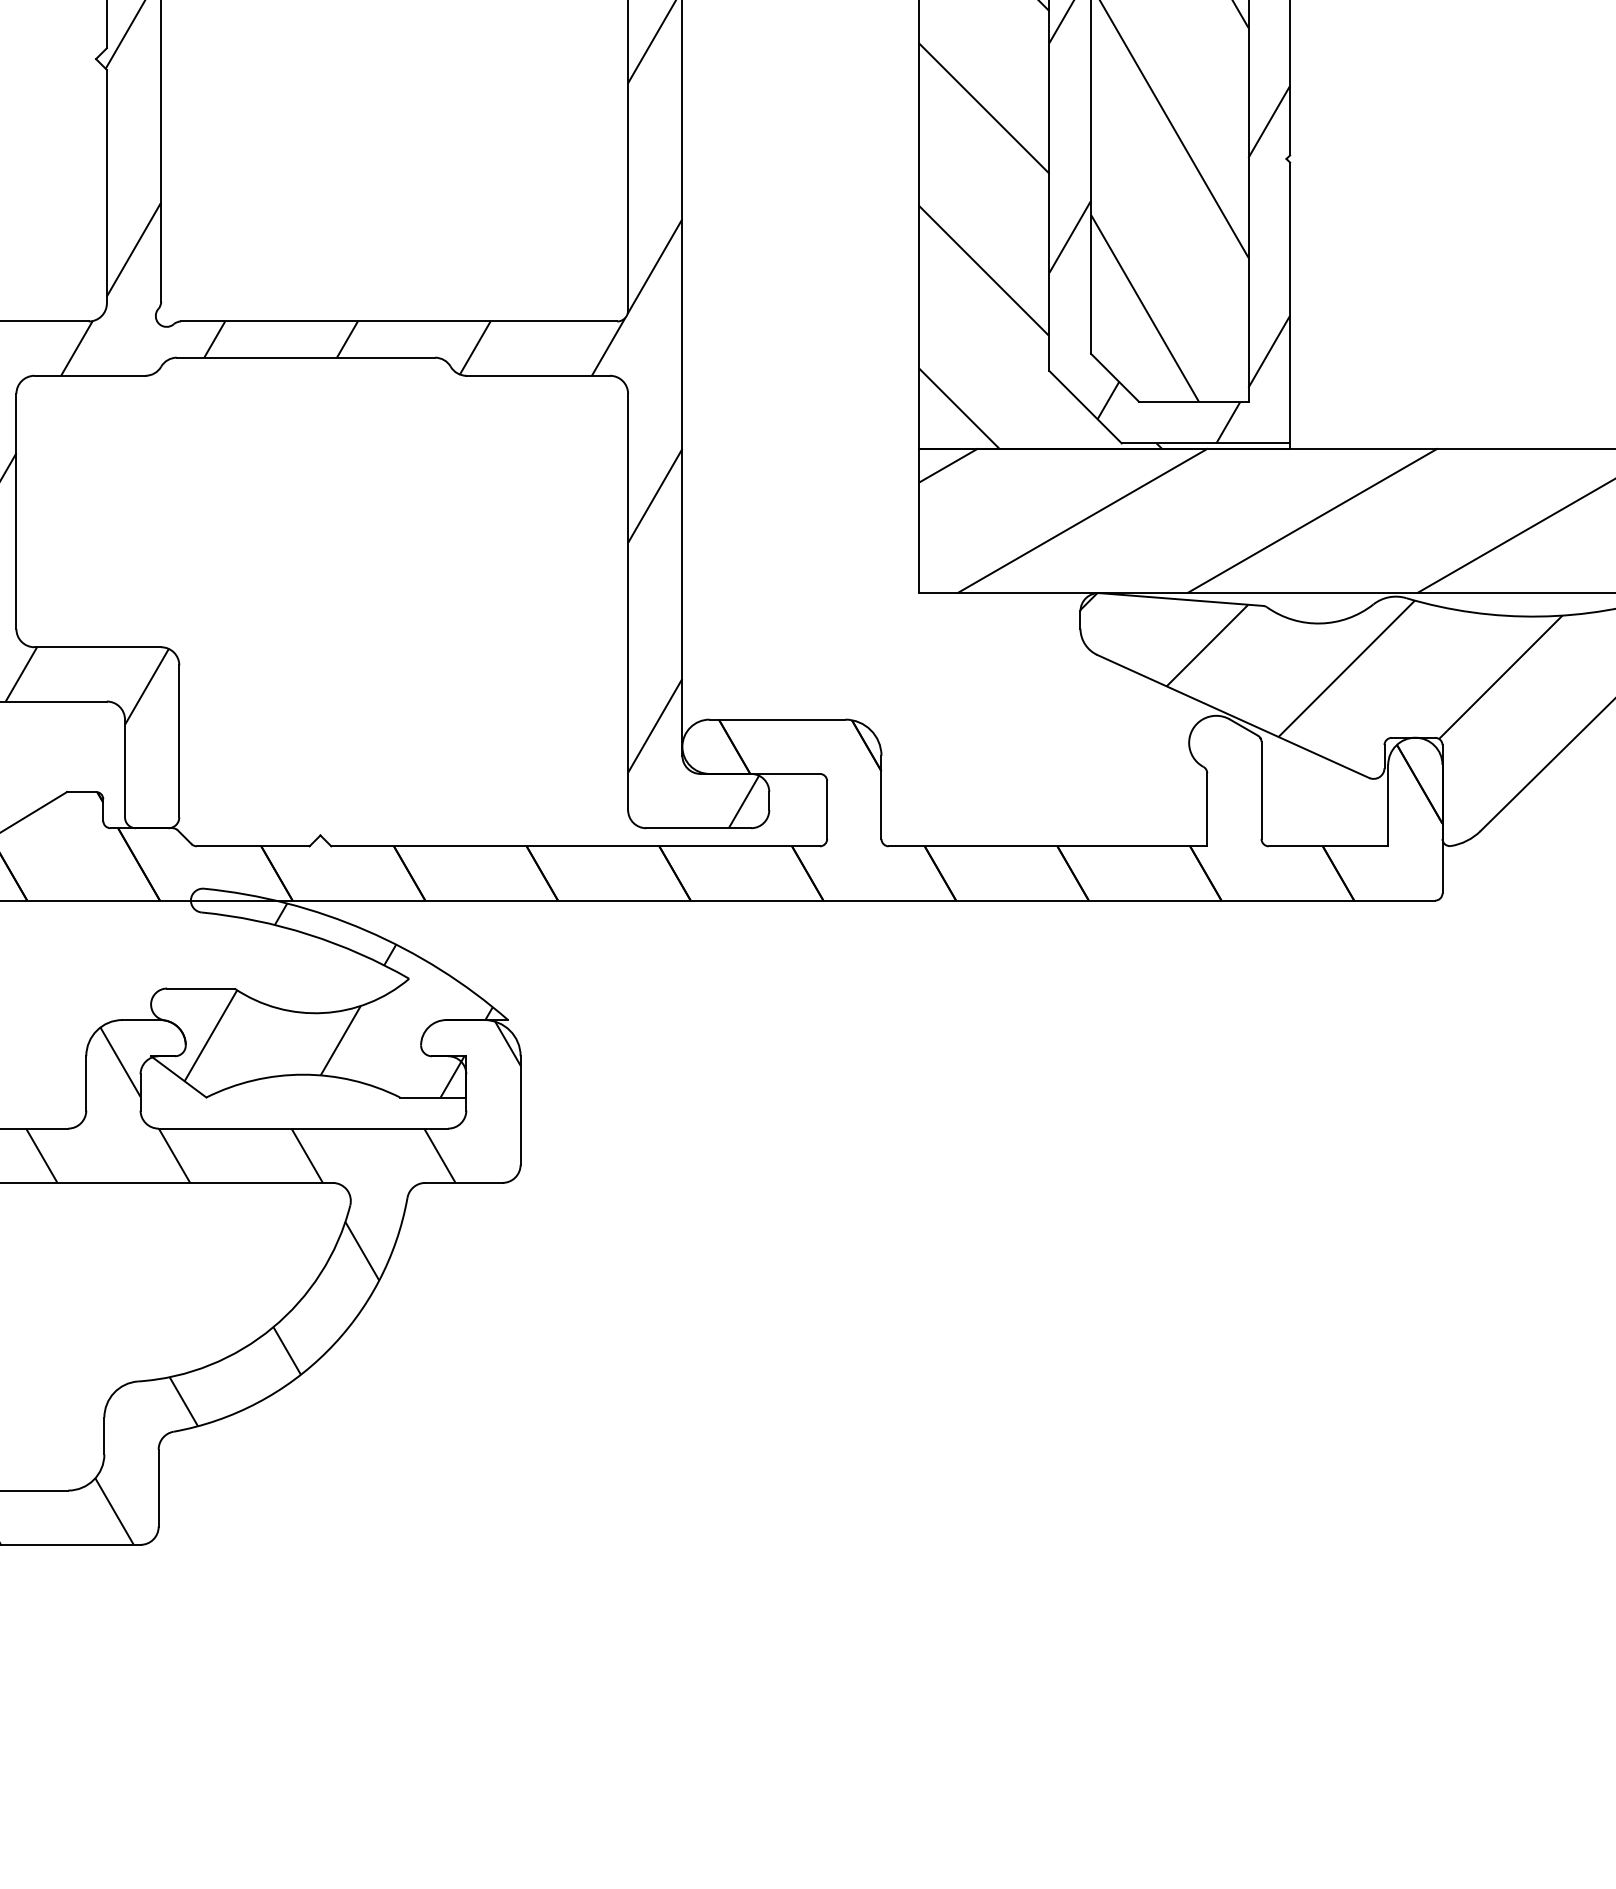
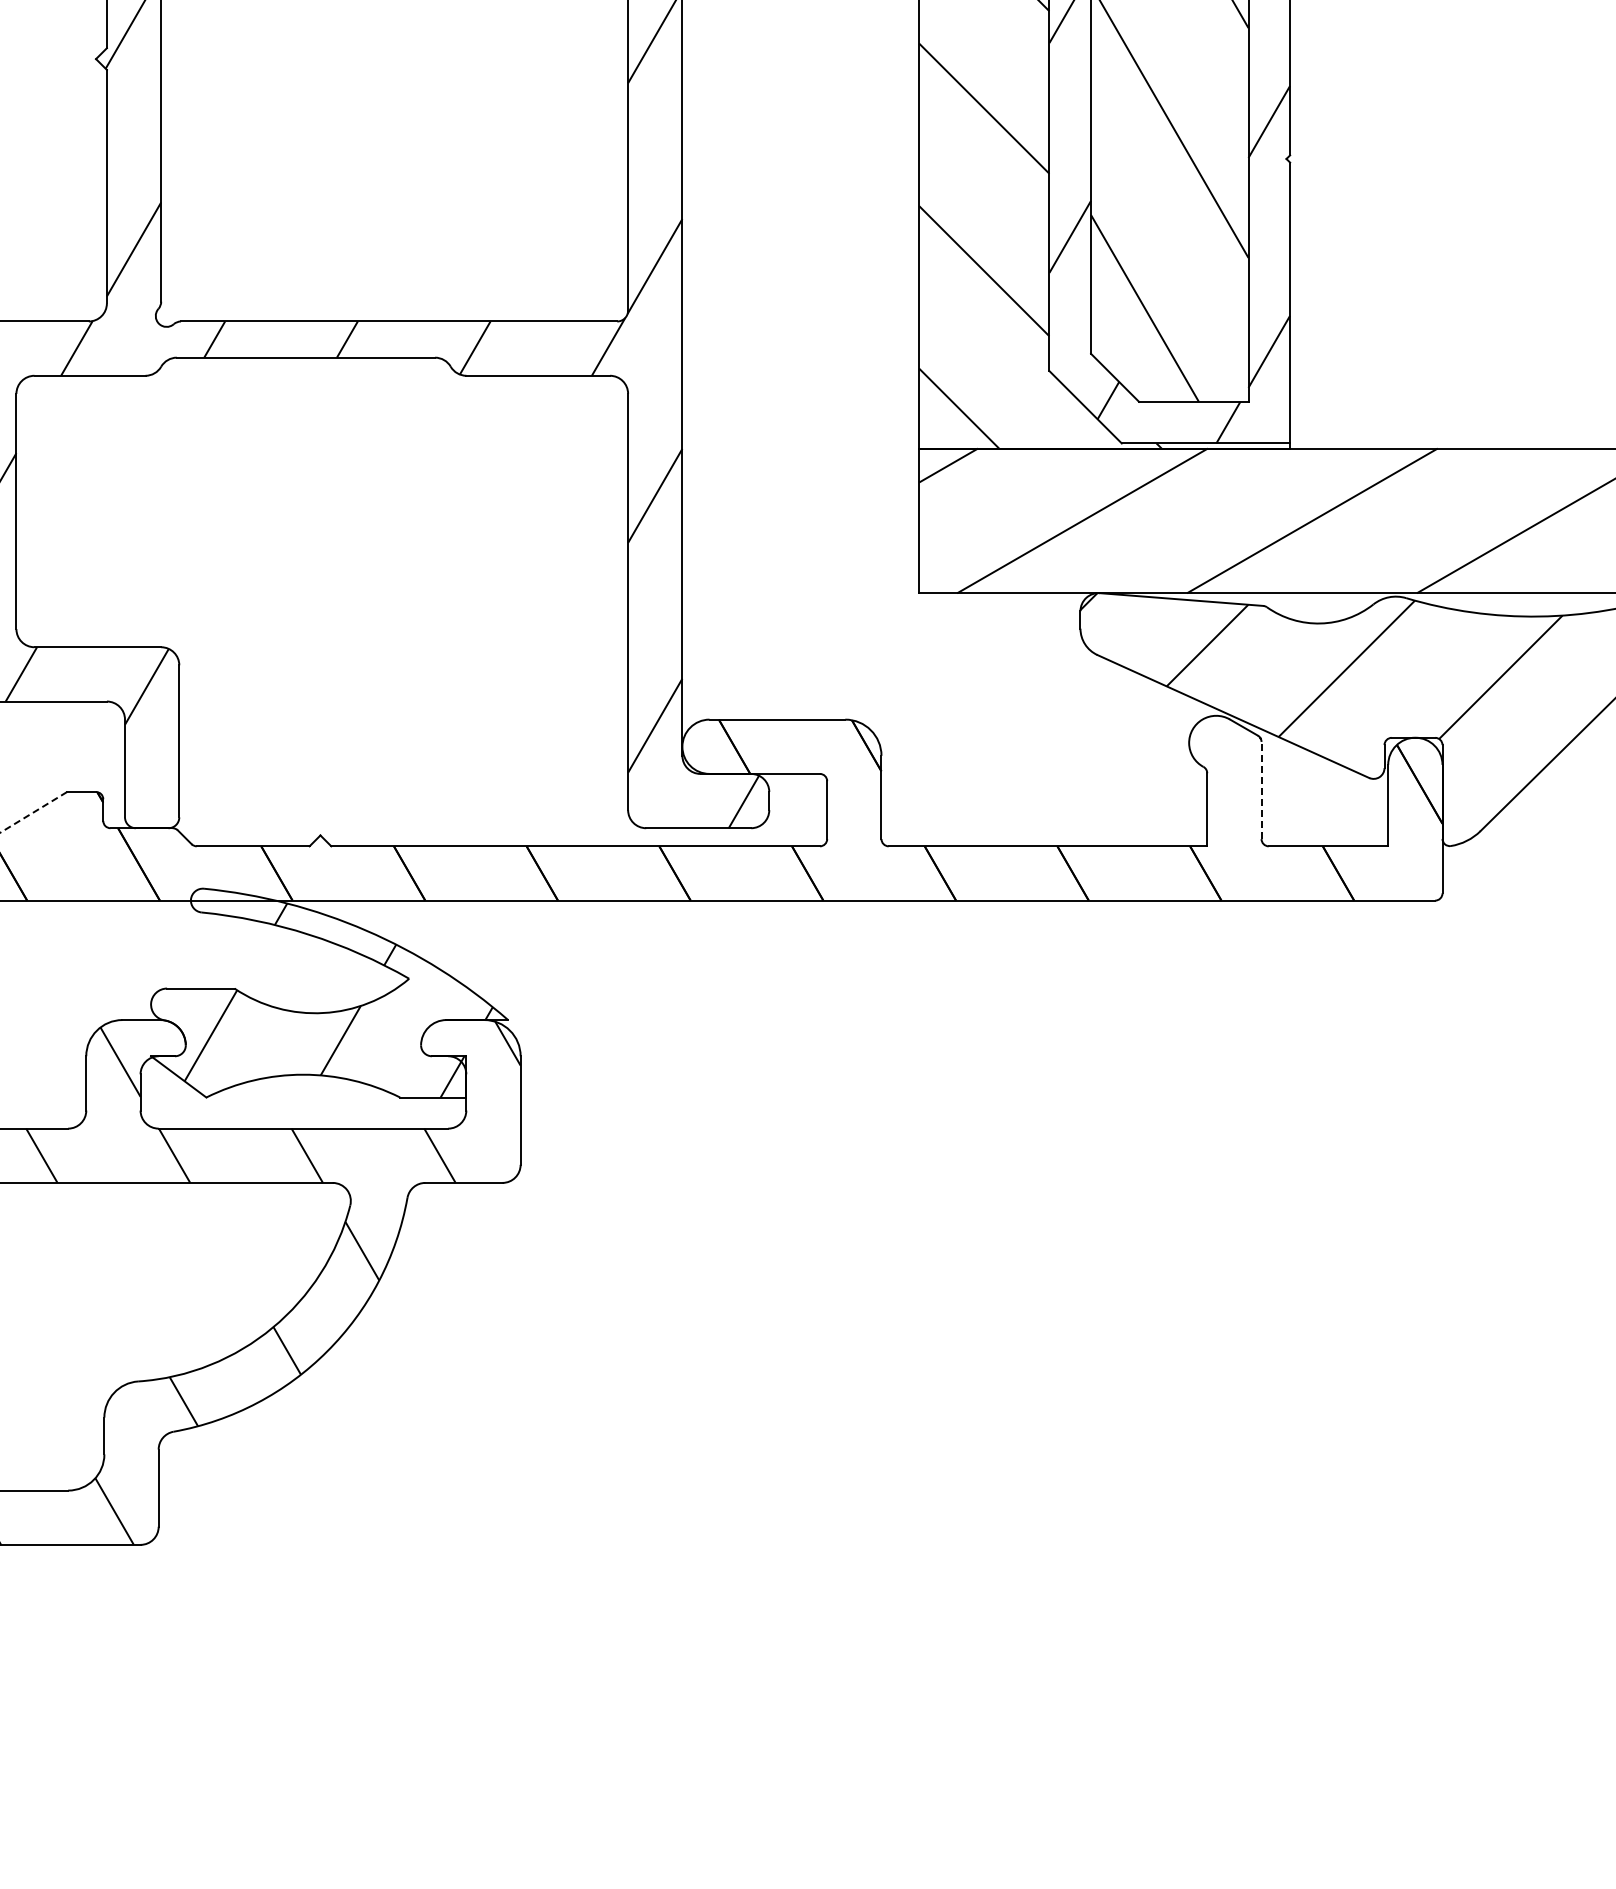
line at (1261, 790): solid -> dashed
line at (33, 812): solid -> dashed
